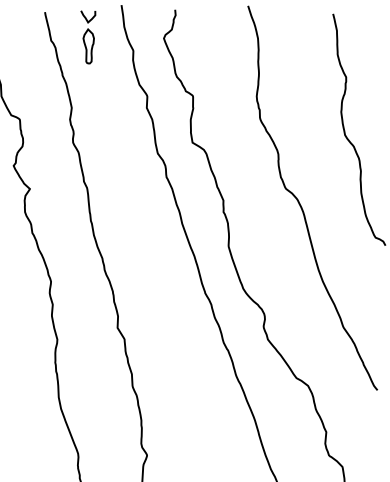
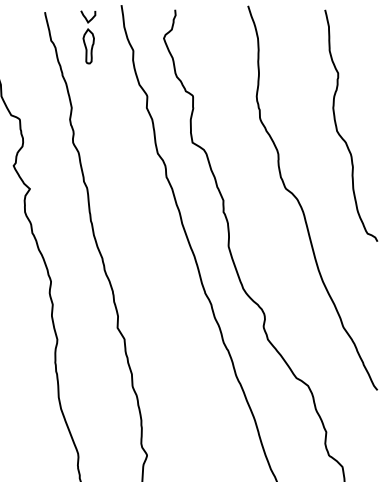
curve at (345, 130) position: (345, 130) -> (337, 126)
